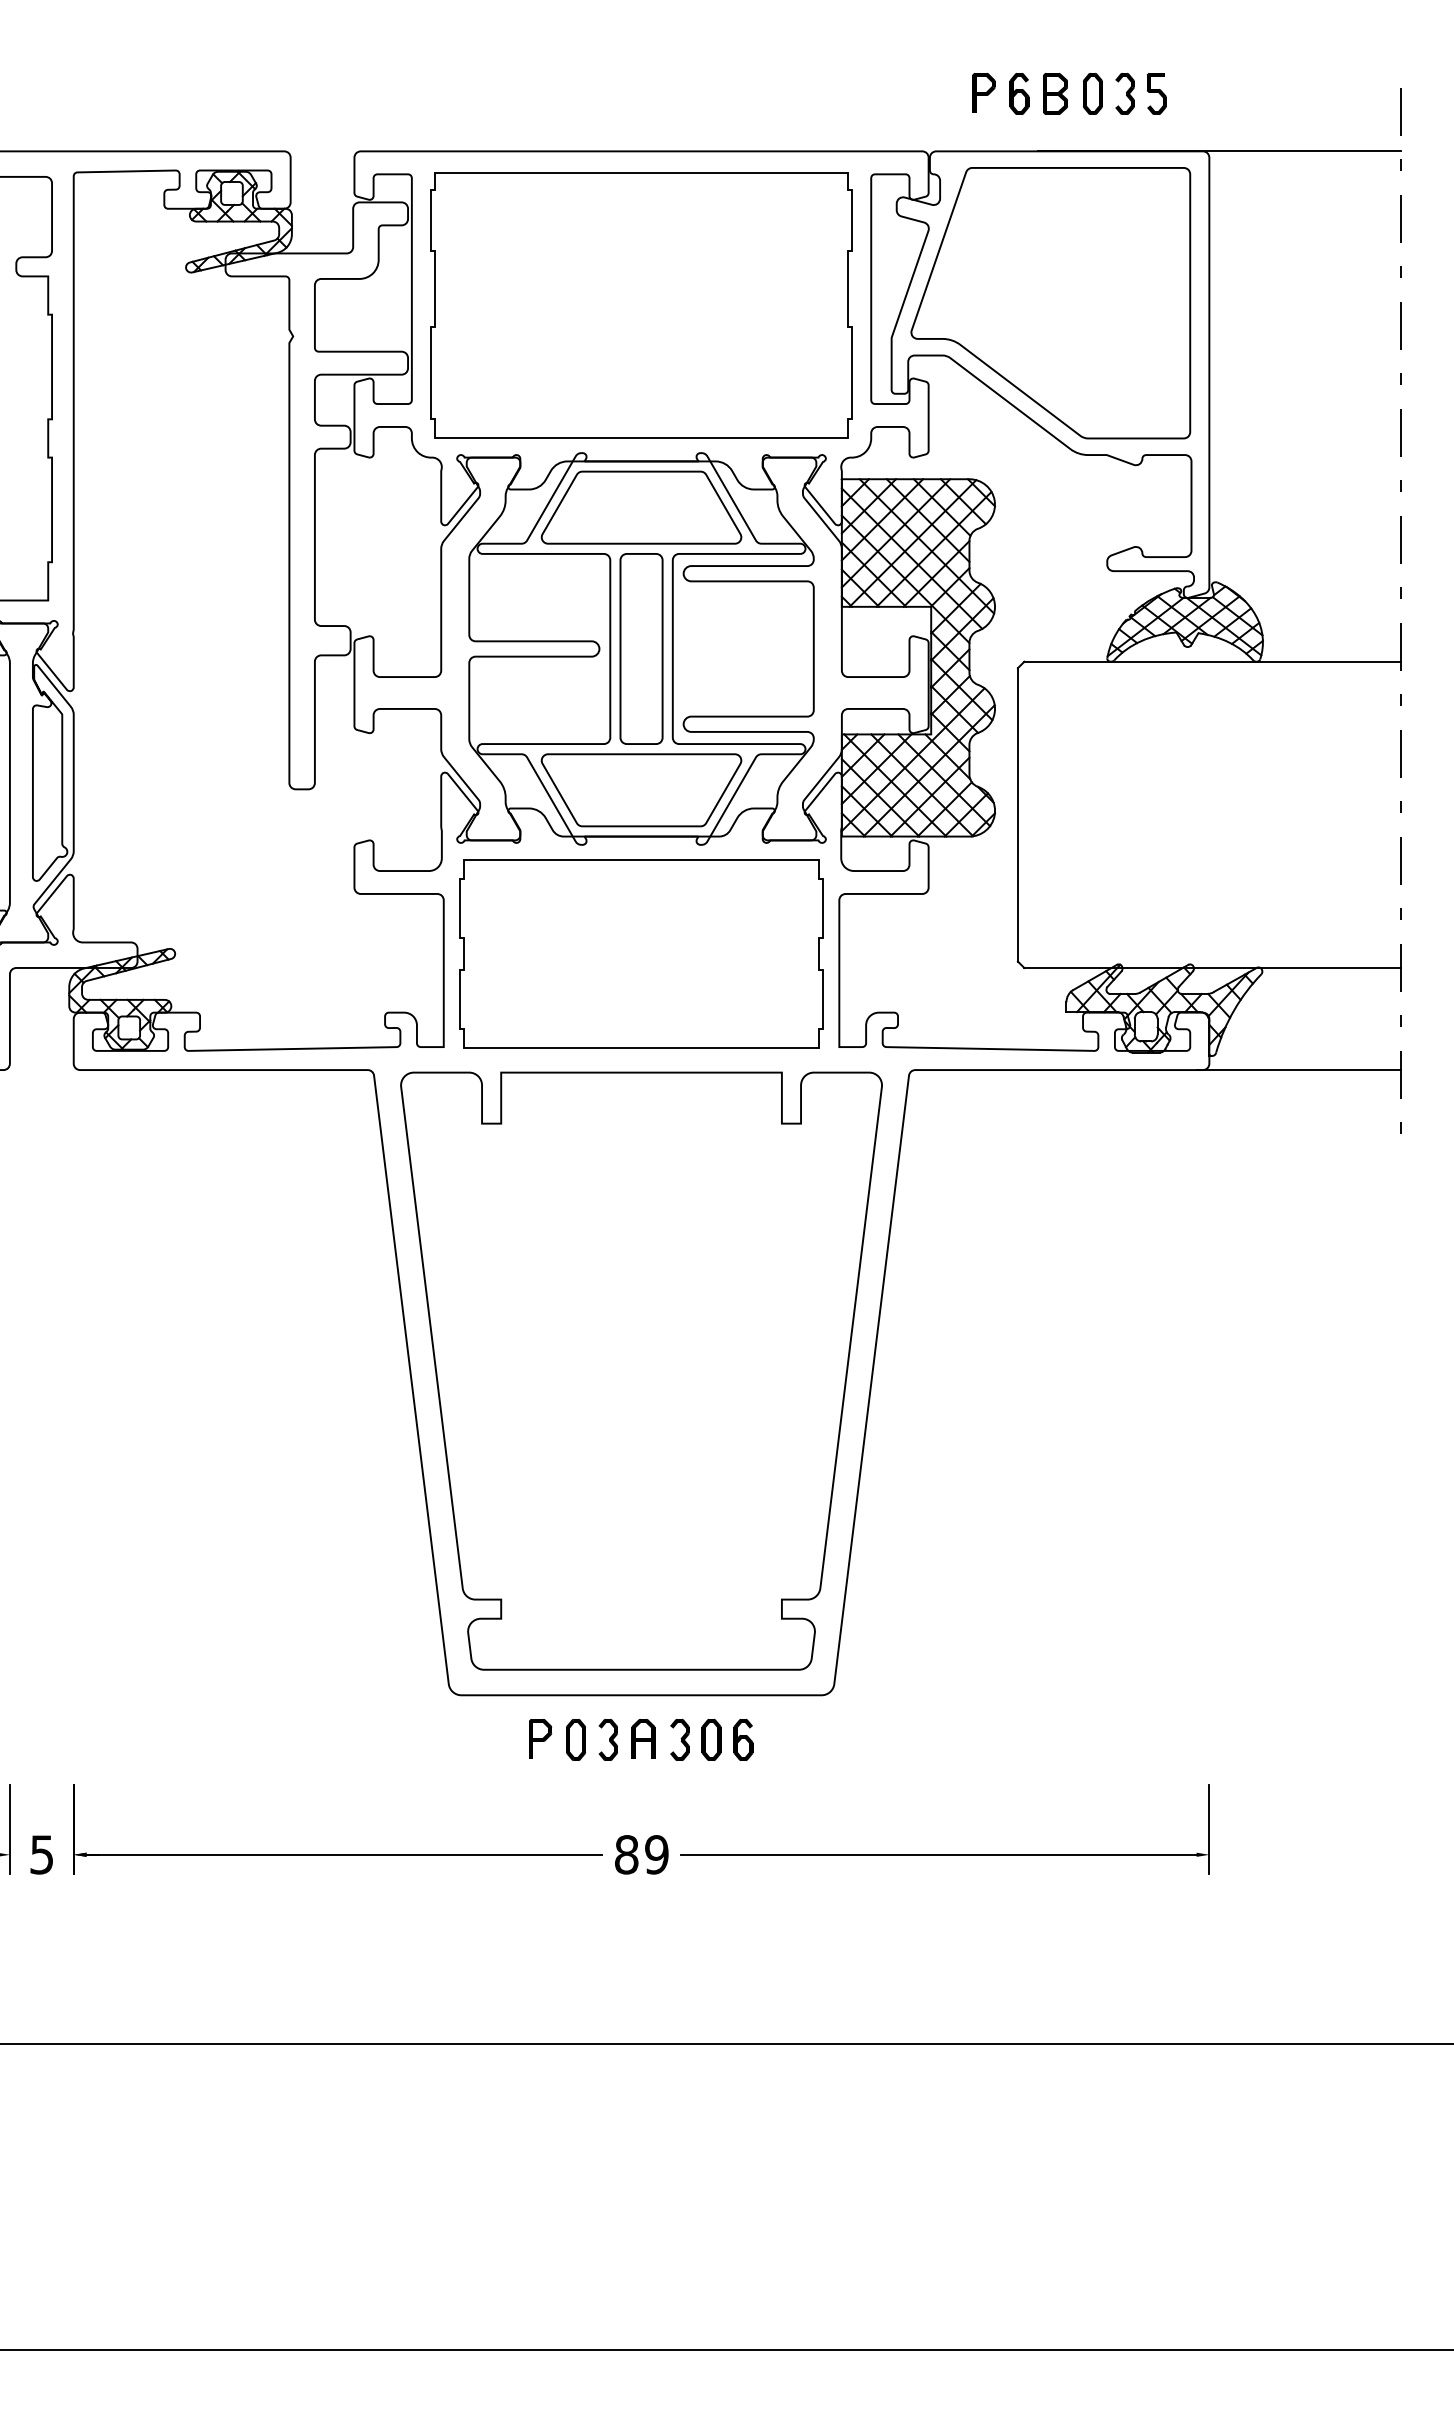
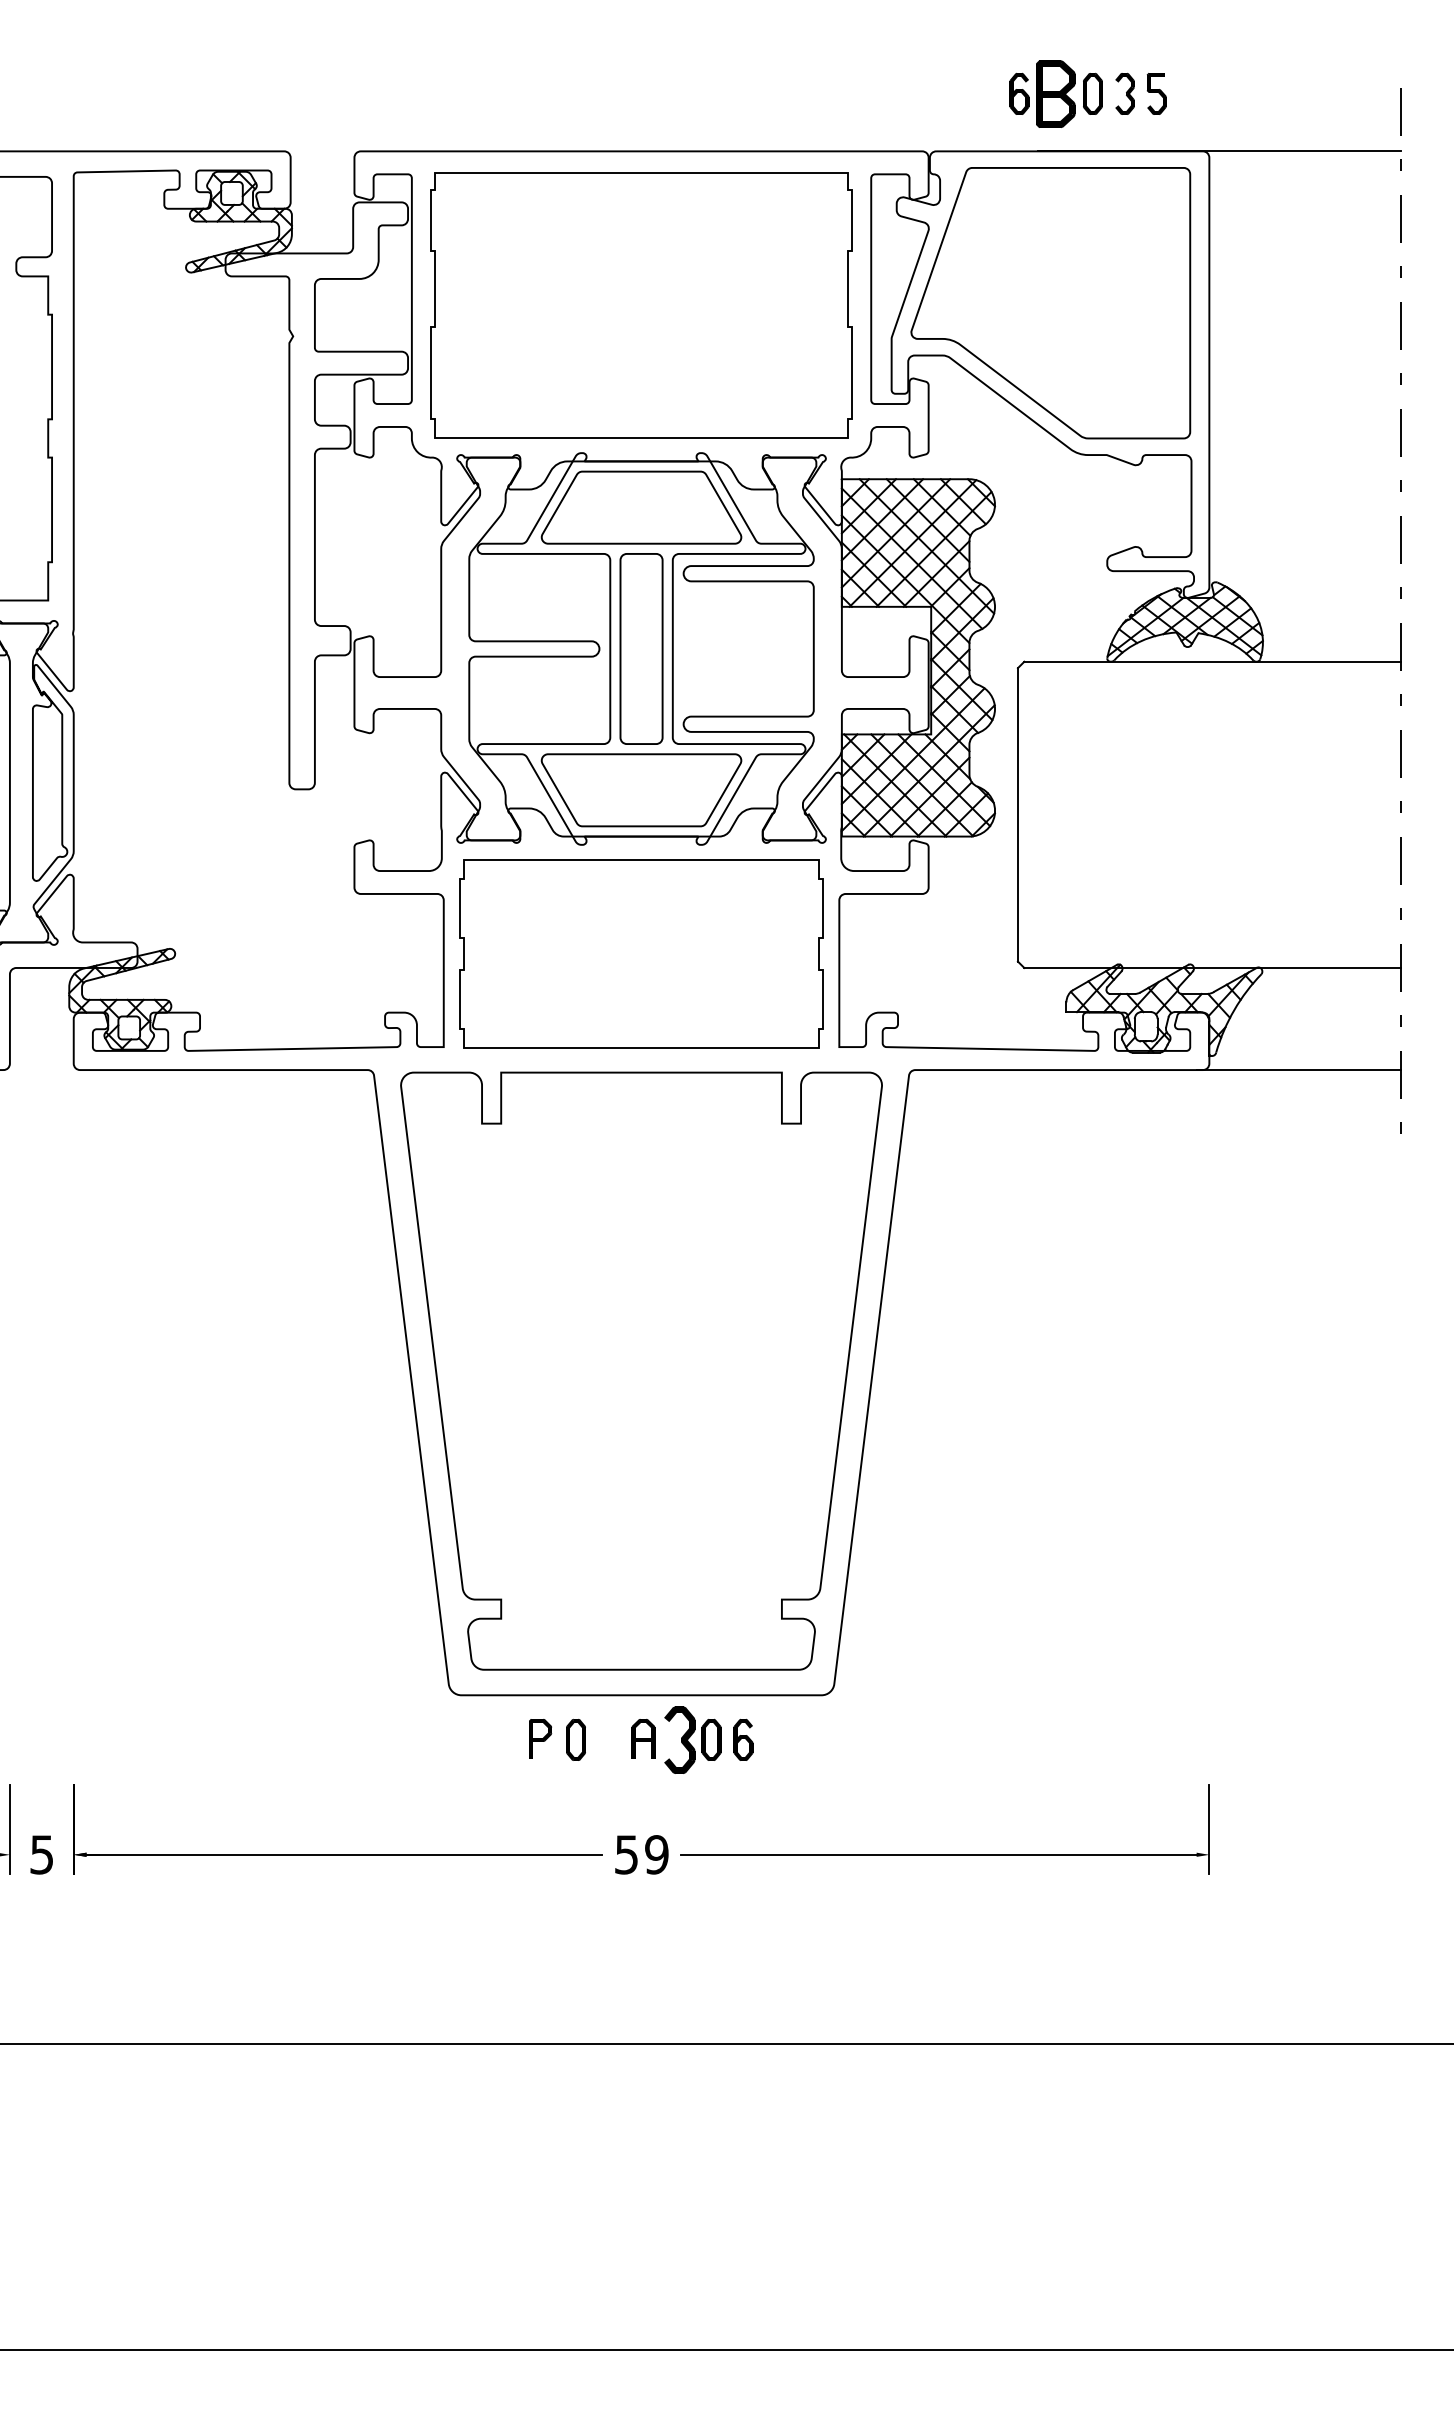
part at (983, 92): present -> none
part at (1055, 93) size: 25x43 px -> 40x68 px
part at (607, 1739): present -> none
part at (679, 1739) size: 20x43 px -> 32x68 px
text at (626, 1854): 89 -> 59
